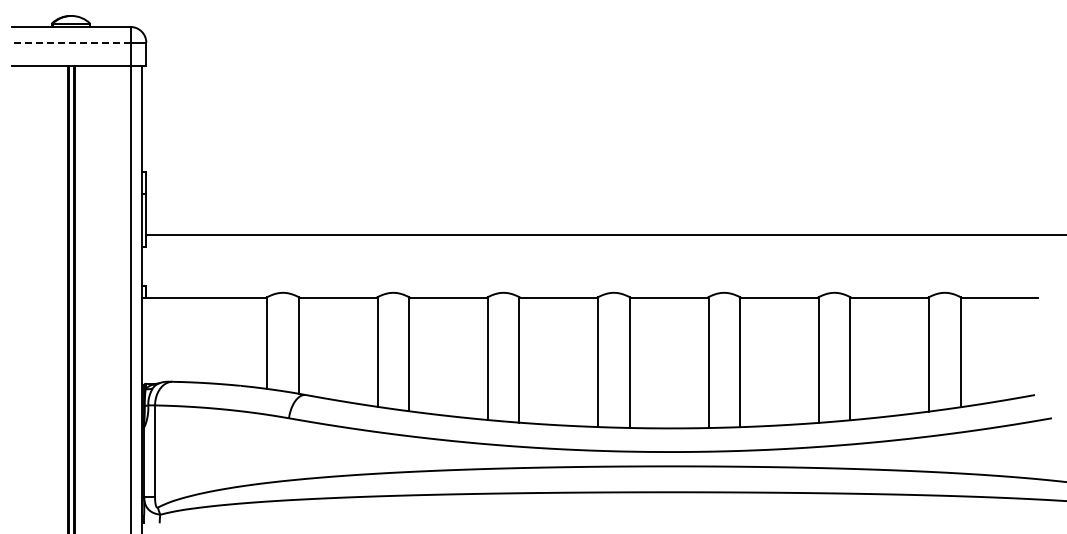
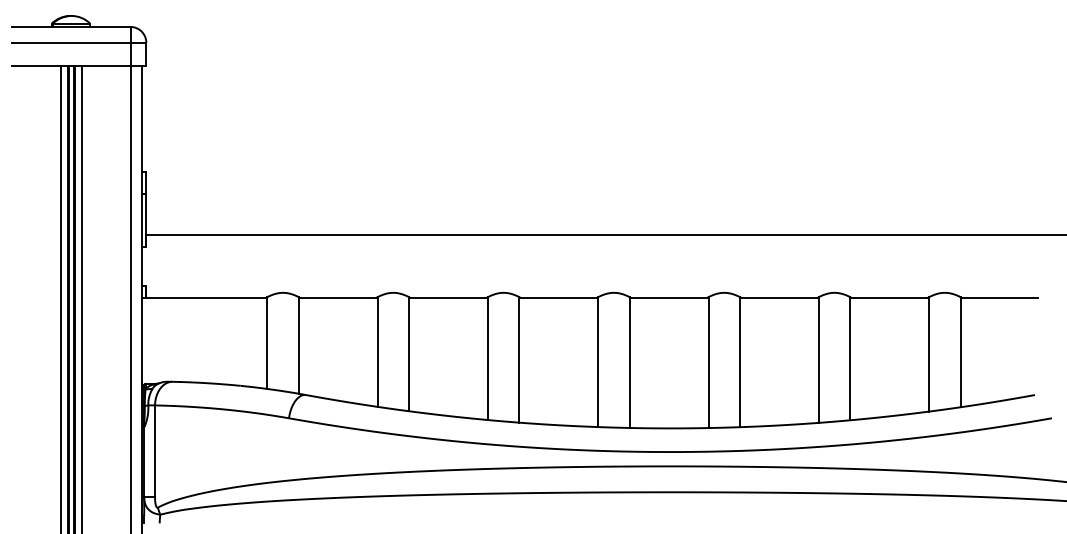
line at (70, 42): dashed -> solid
line at (61, 298): none -> present
line at (81, 298): none -> present
